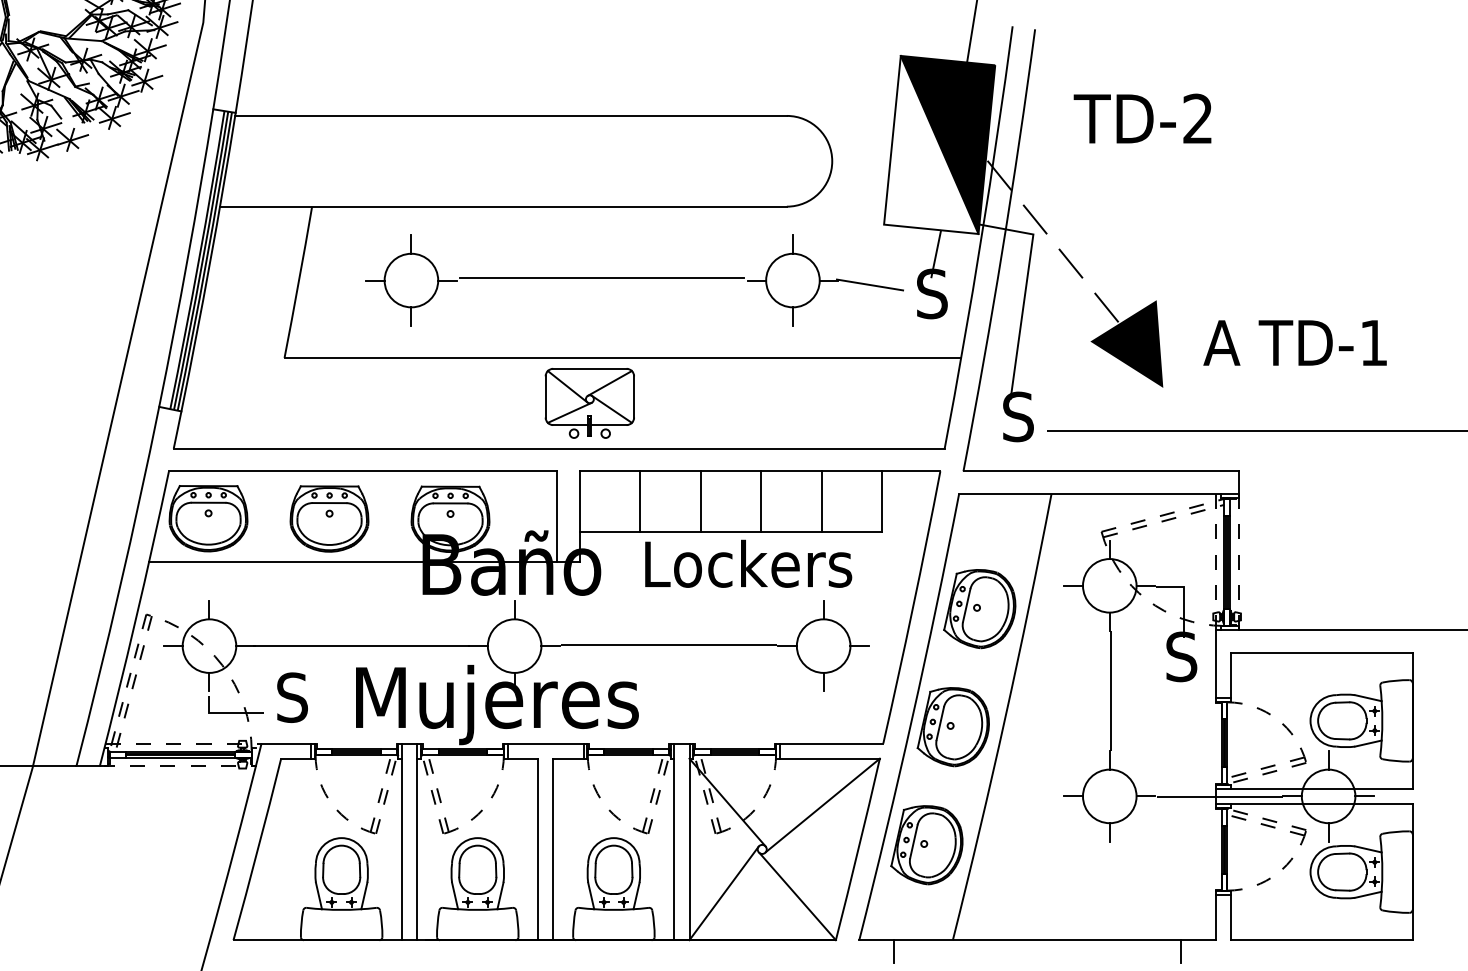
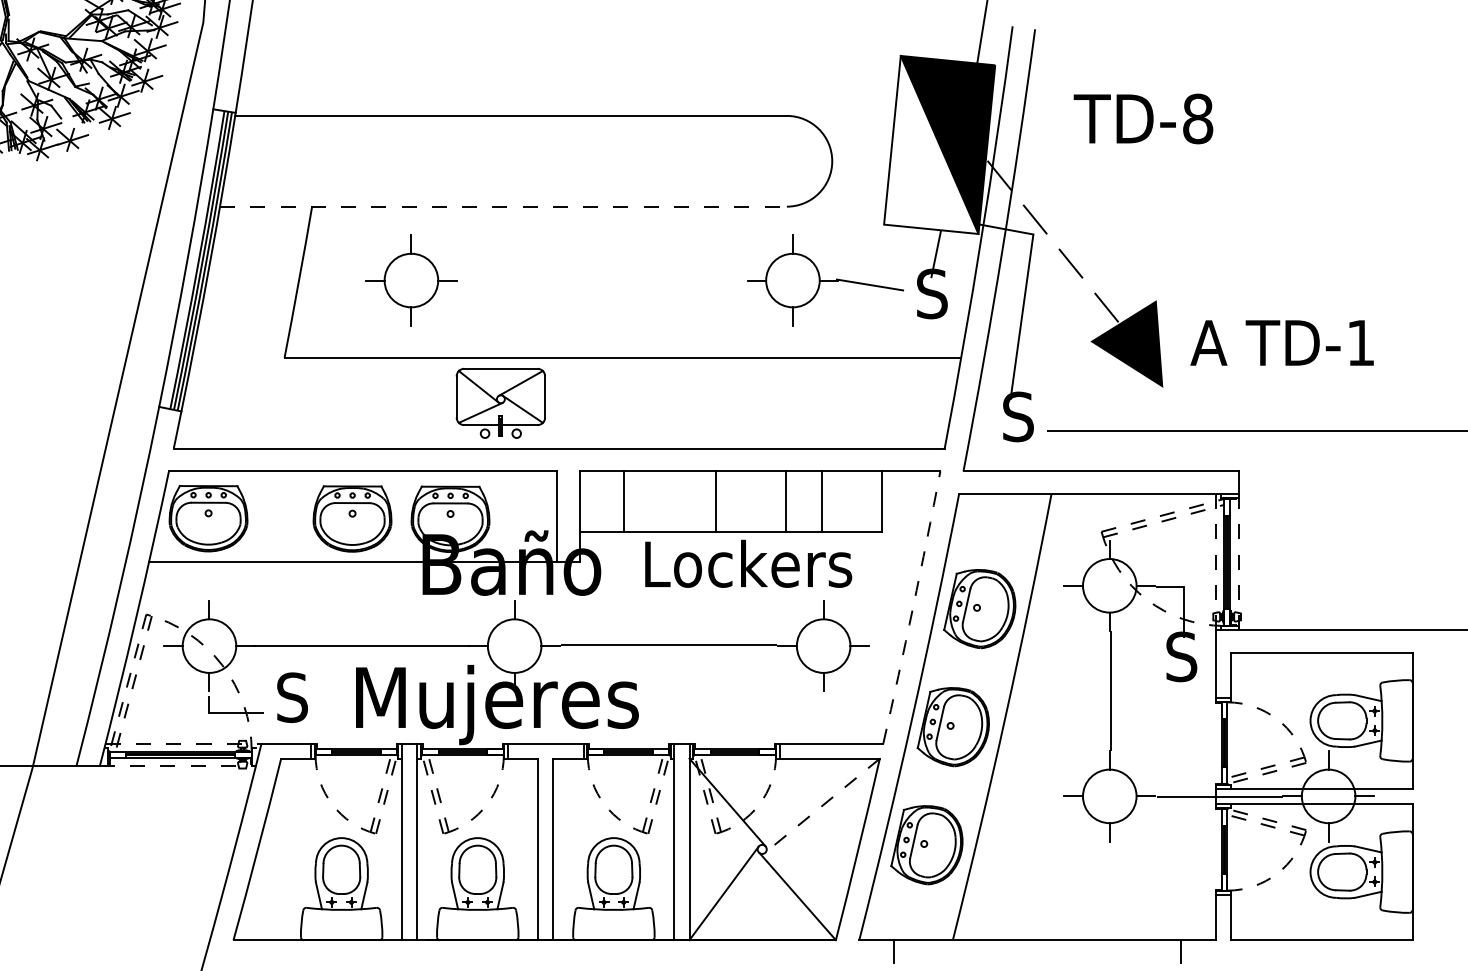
line at (971, 33) position: (971, 33) -> (981, 34)
text at (1198, 118): TD-2 -> TD-8
line at (503, 206): solid -> dashed
line at (601, 278): present -> none
text at (1294, 342) position: (1294, 342) -> (1281, 342)
part at (589, 403) position: (589, 403) -> (500, 403)
line at (640, 501) position: (640, 501) -> (624, 501)
line at (700, 501) position: (700, 501) -> (715, 501)
line at (761, 501) position: (761, 501) -> (786, 501)
part at (329, 518) position: (329, 518) -> (352, 518)
arc at (913, 607): solid -> dashed
line at (822, 805): solid -> dashed
